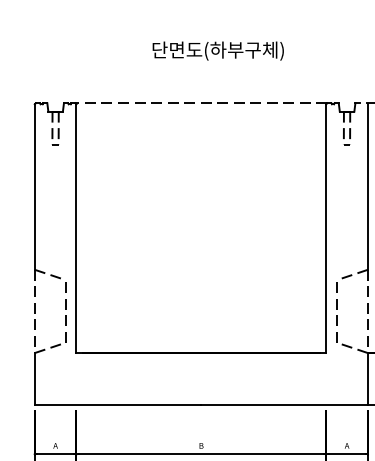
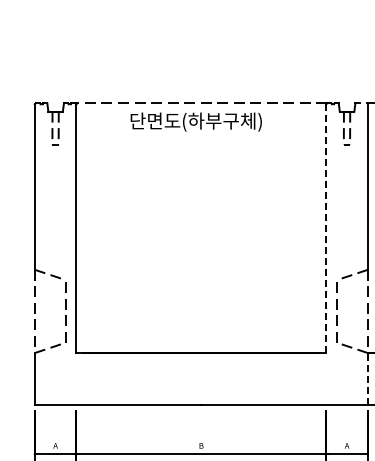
text at (217, 50) position: (217, 50) -> (195, 121)
line at (326, 229): solid -> dashed
line at (367, 378): solid -> dashed
